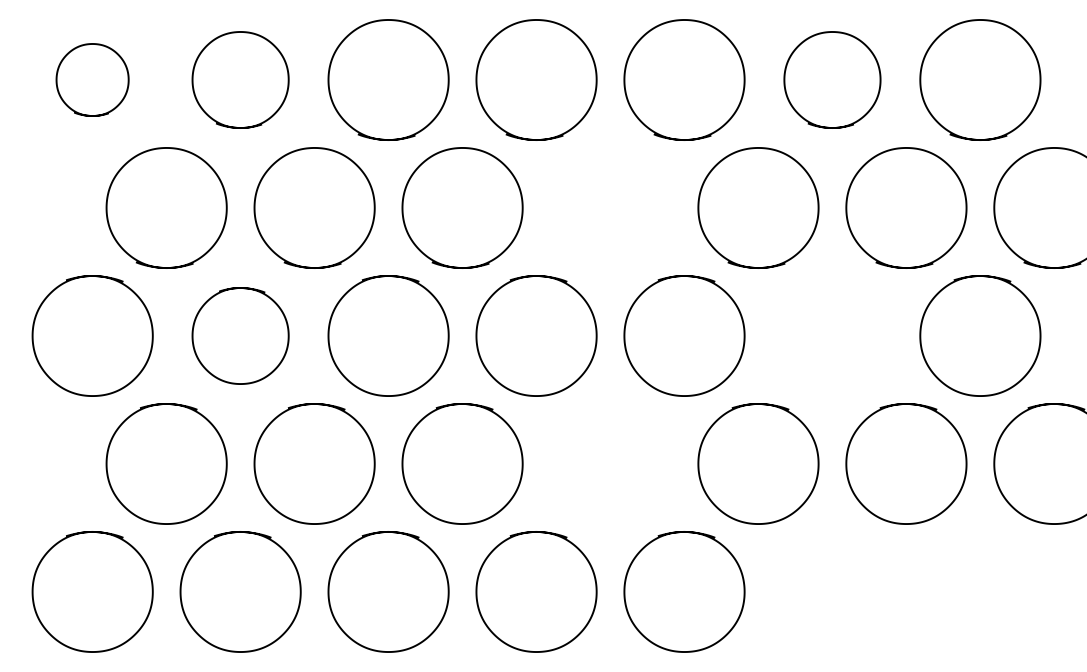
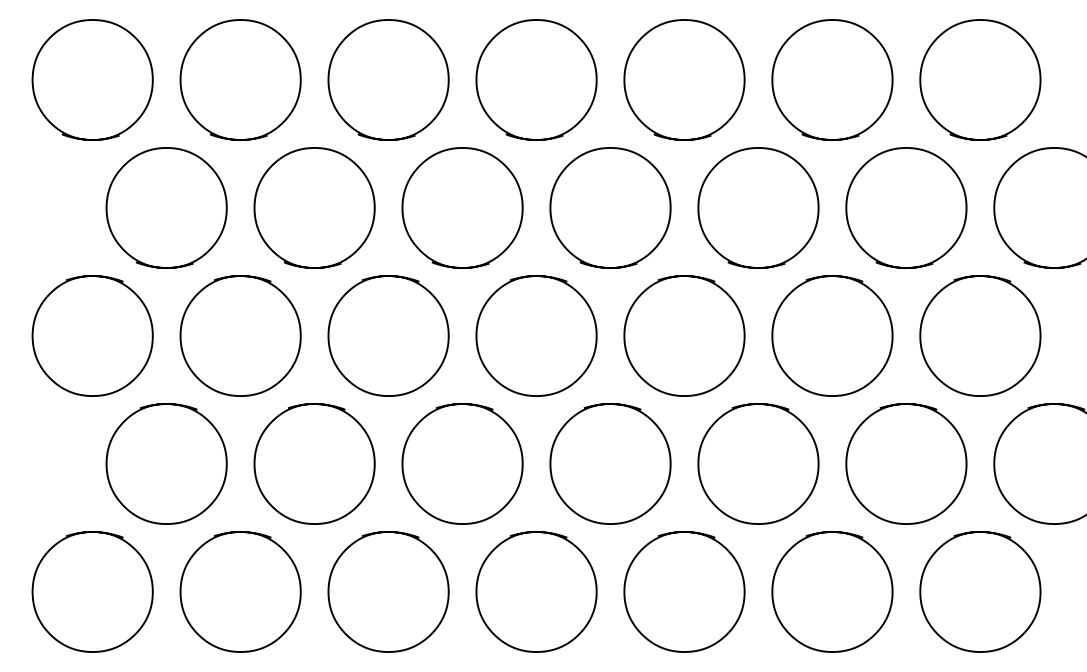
part at (92, 79) size: 75x74 px -> 123x122 px
part at (240, 79) size: 99x98 px -> 123x122 px
part at (832, 79) size: 99x98 px -> 123x122 px
part at (610, 207): none -> present
part at (240, 335) size: 99x98 px -> 123x122 px
part at (832, 335): none -> present
part at (610, 463): none -> present
part at (832, 591): none -> present
part at (980, 591): none -> present
